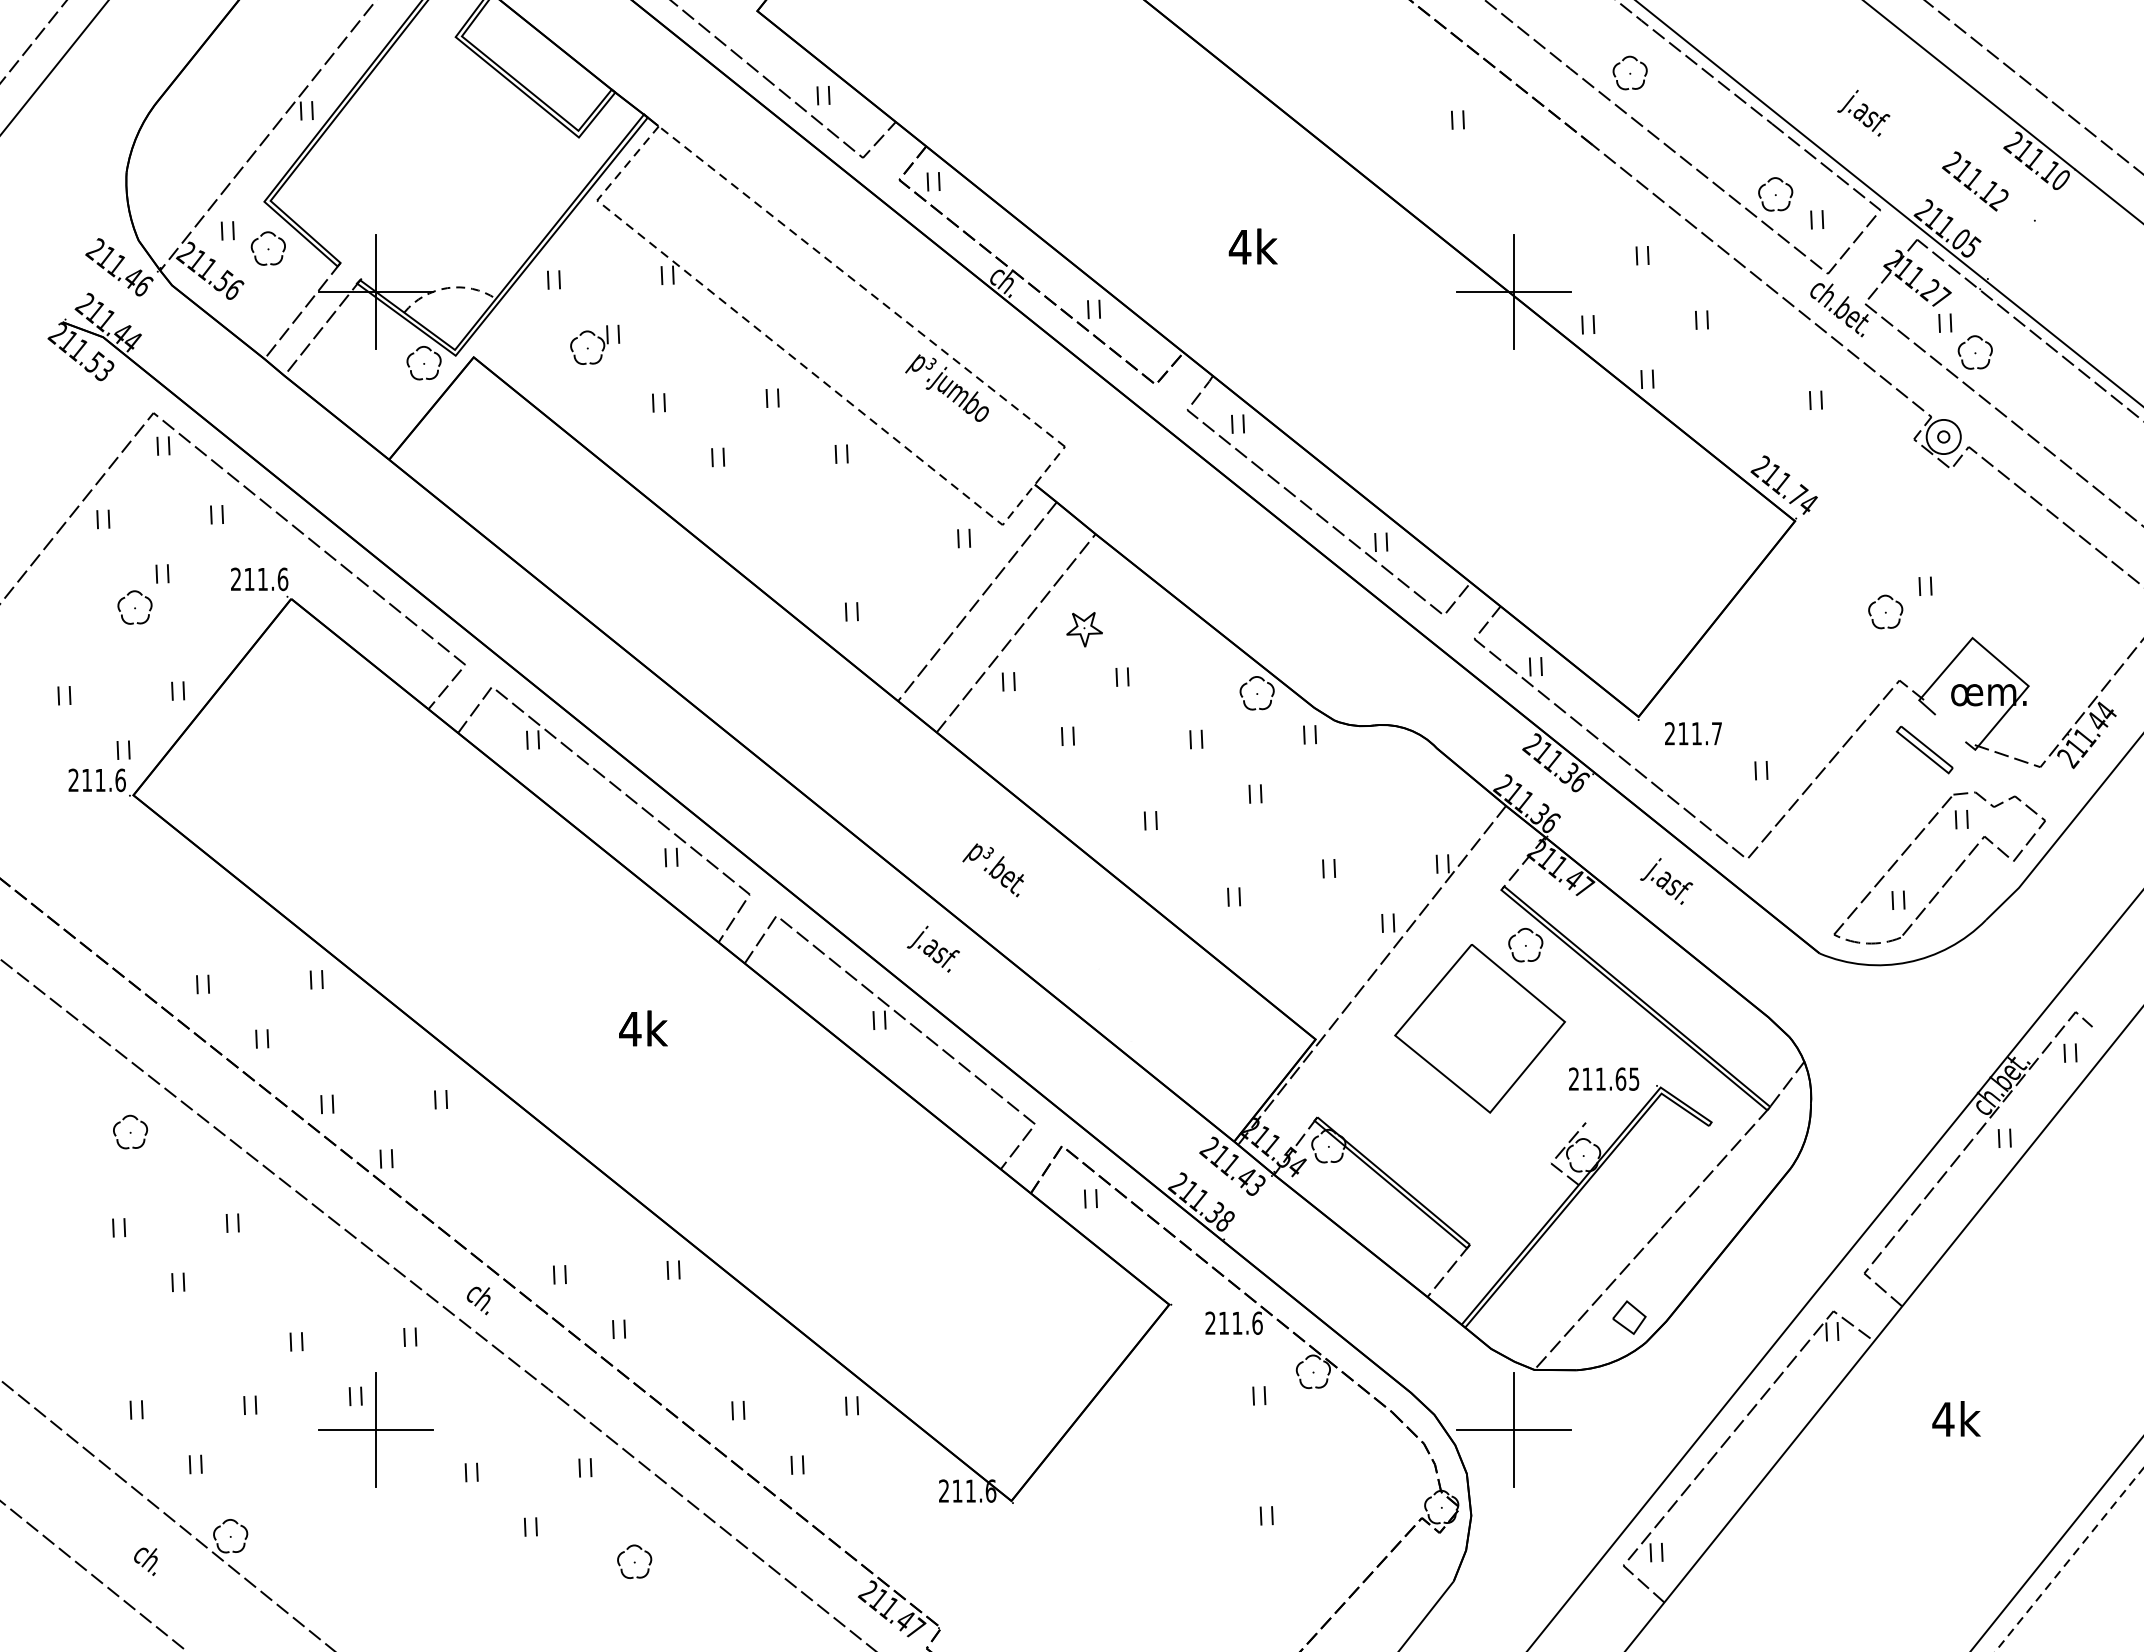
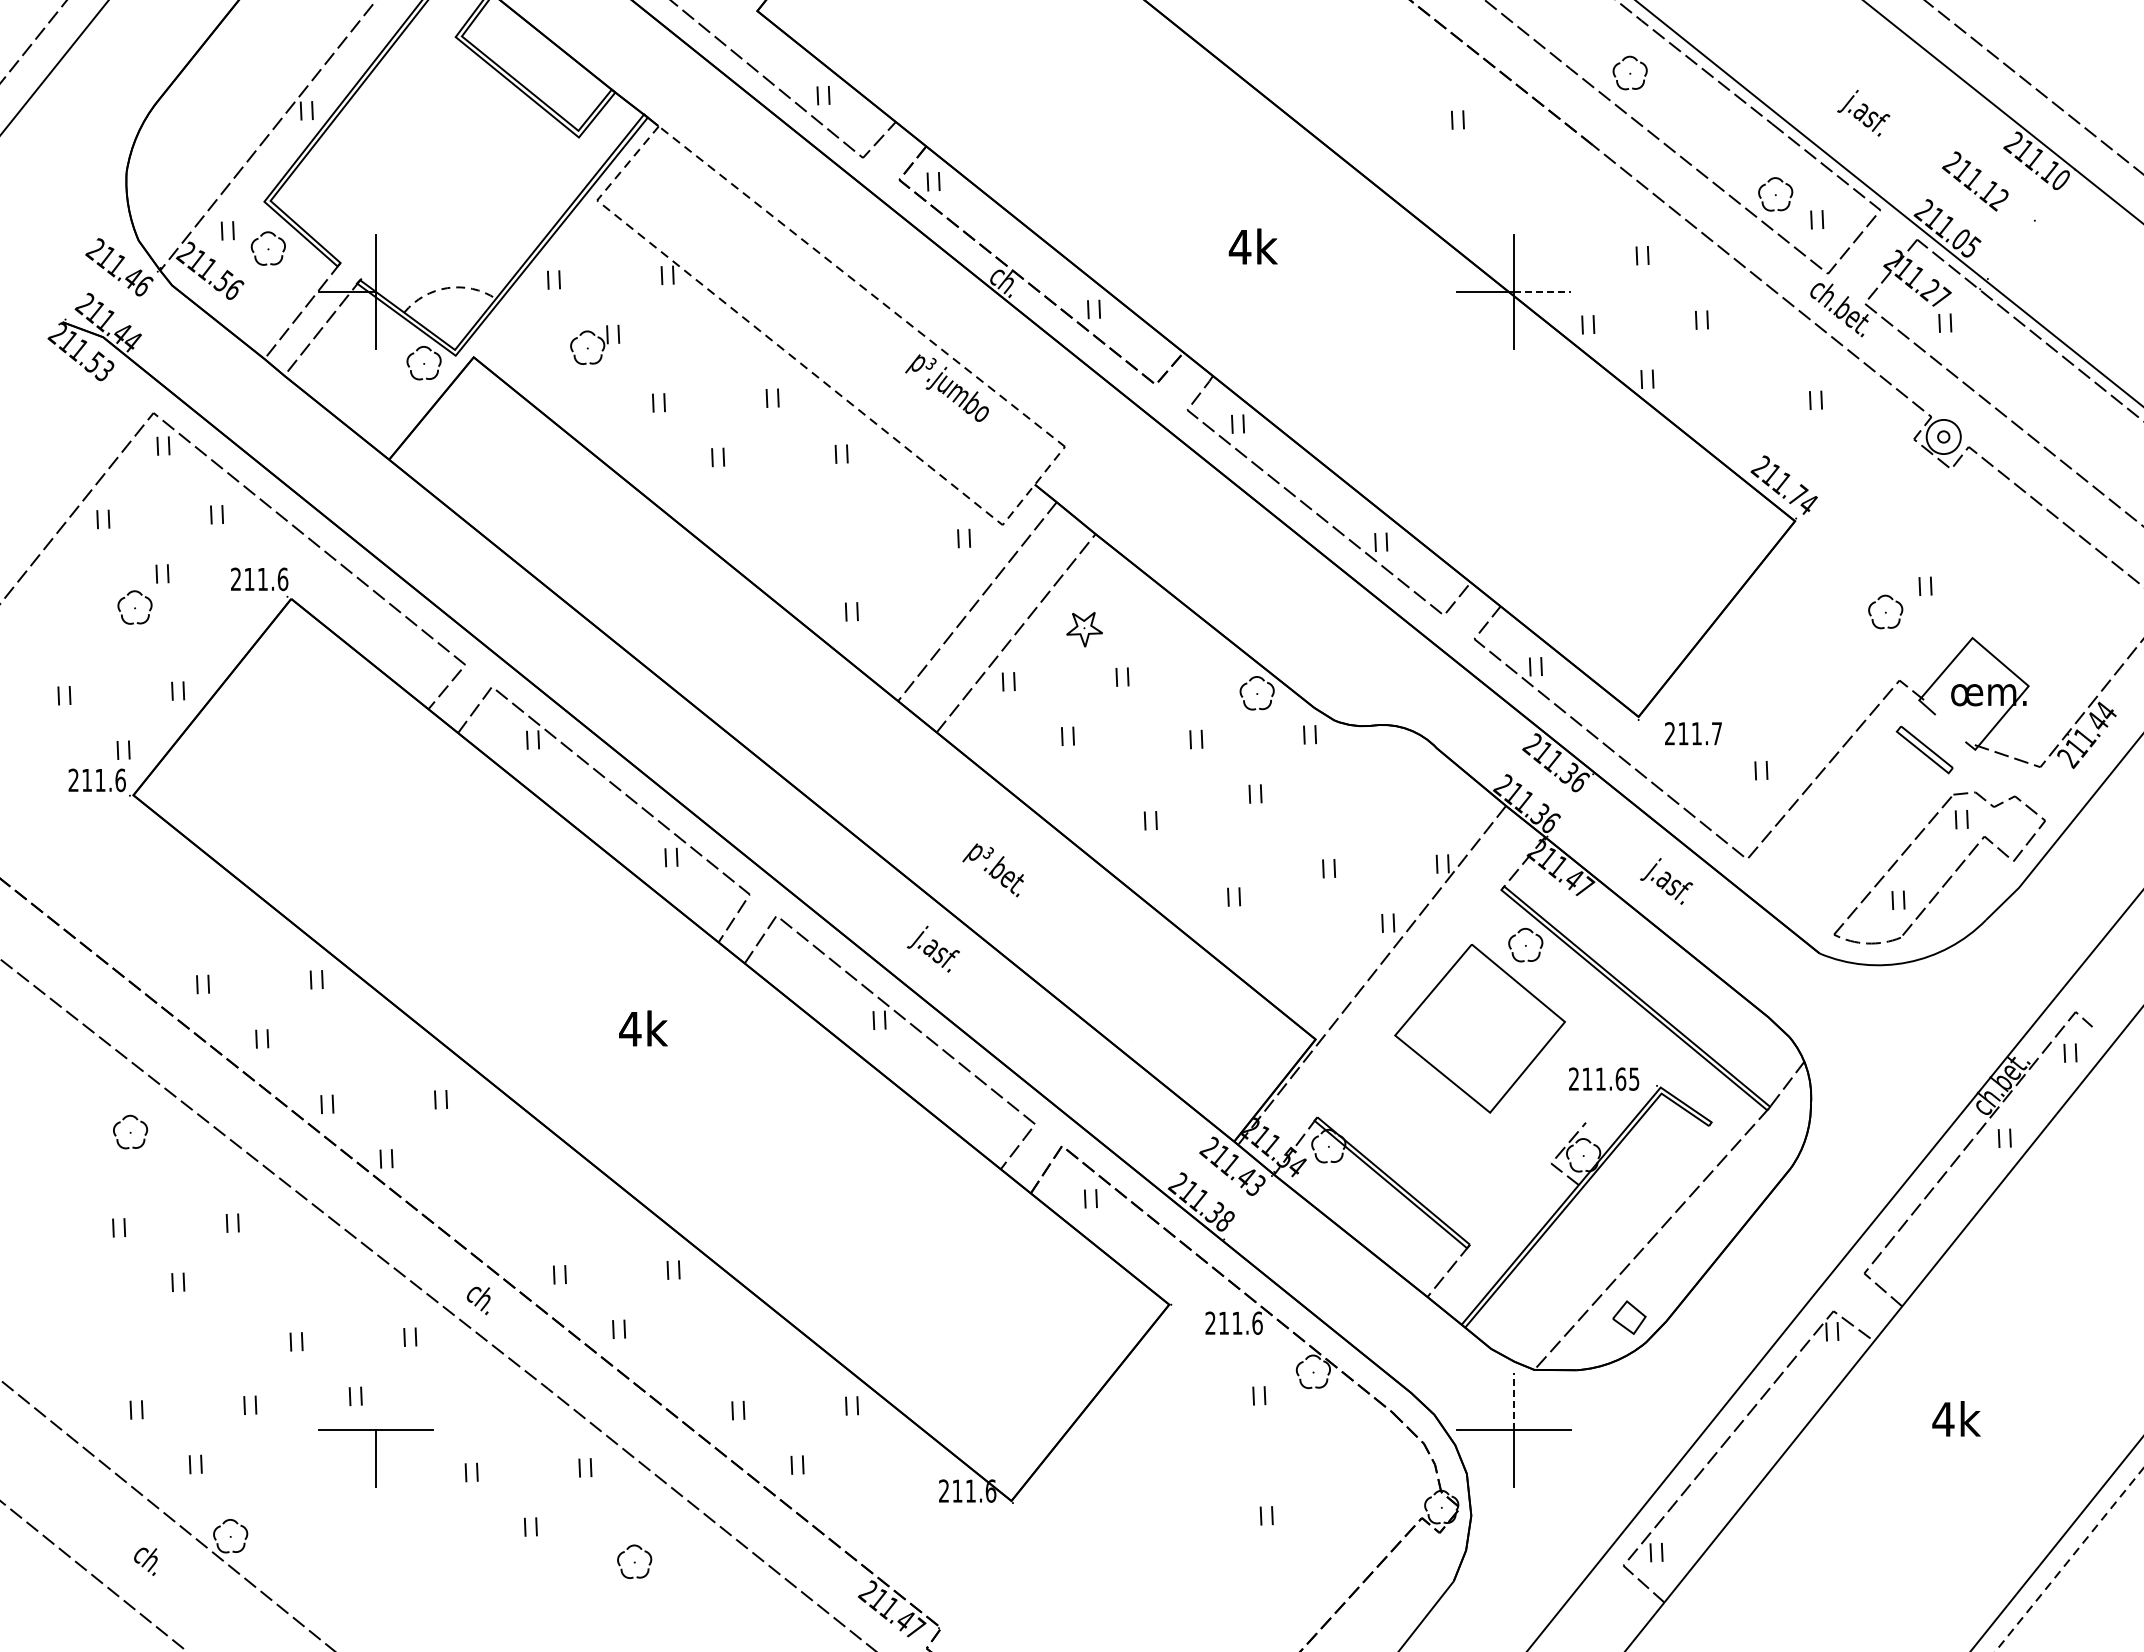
line at (403, 291): present -> none
line at (1542, 291): solid -> dashed
part at (1974, 352): present -> none
line at (375, 1400): present -> none
line at (1513, 1400): solid -> dashed
